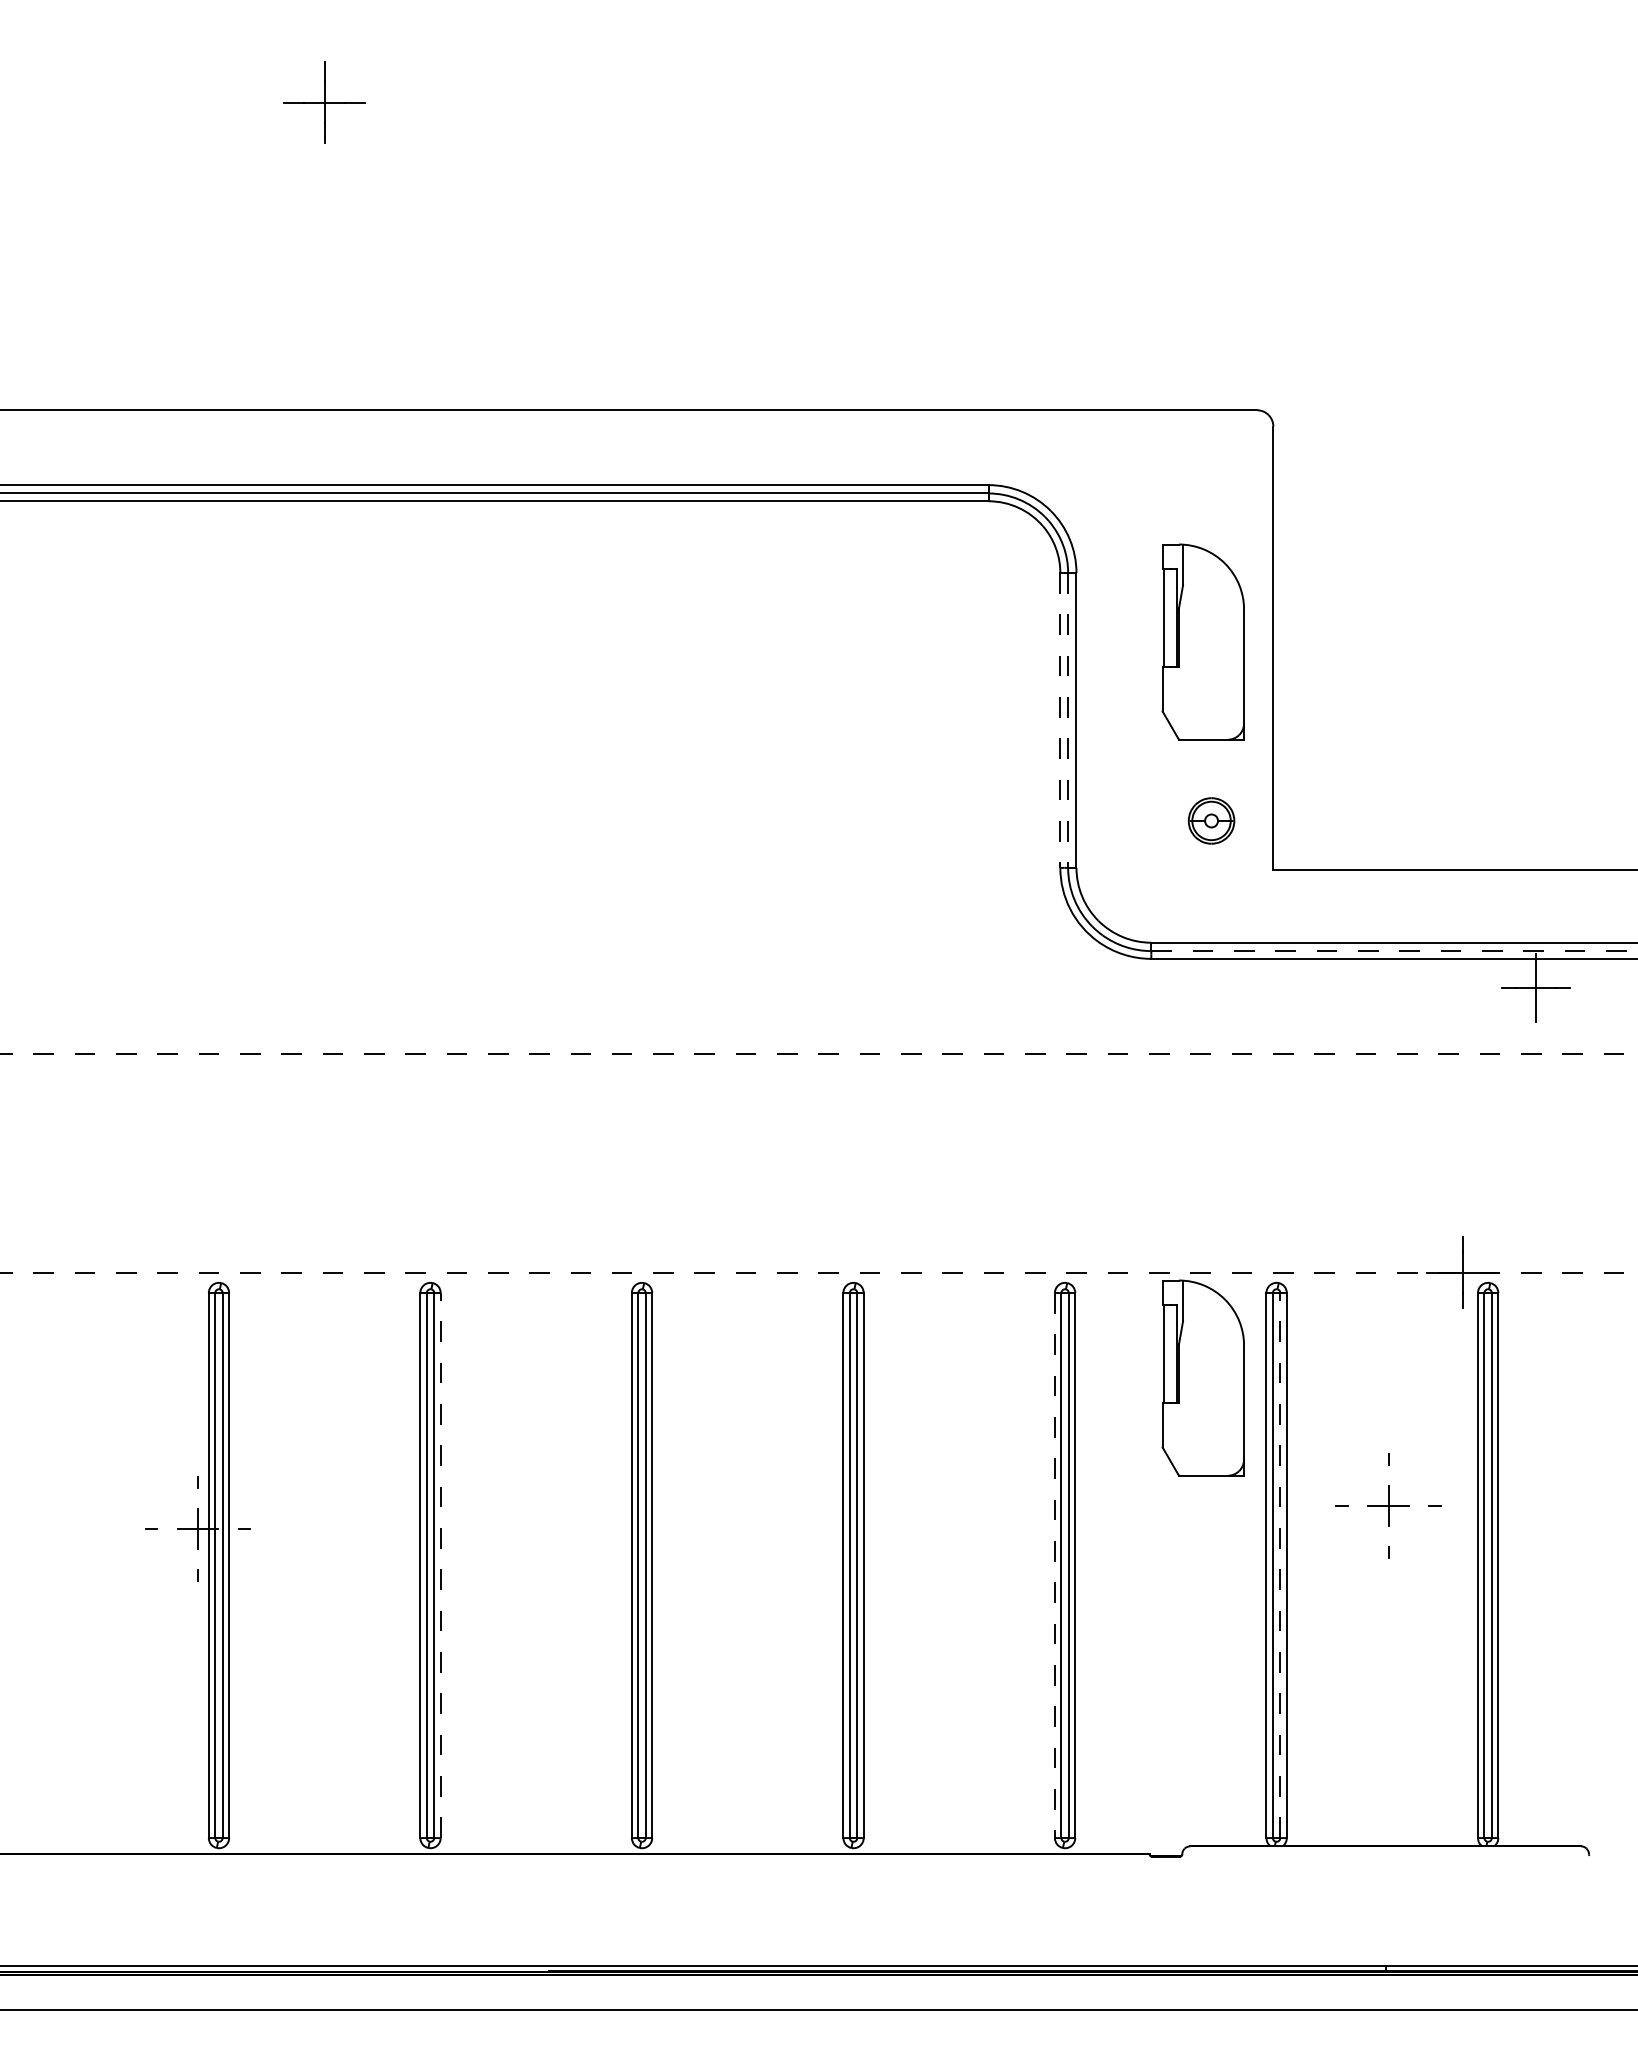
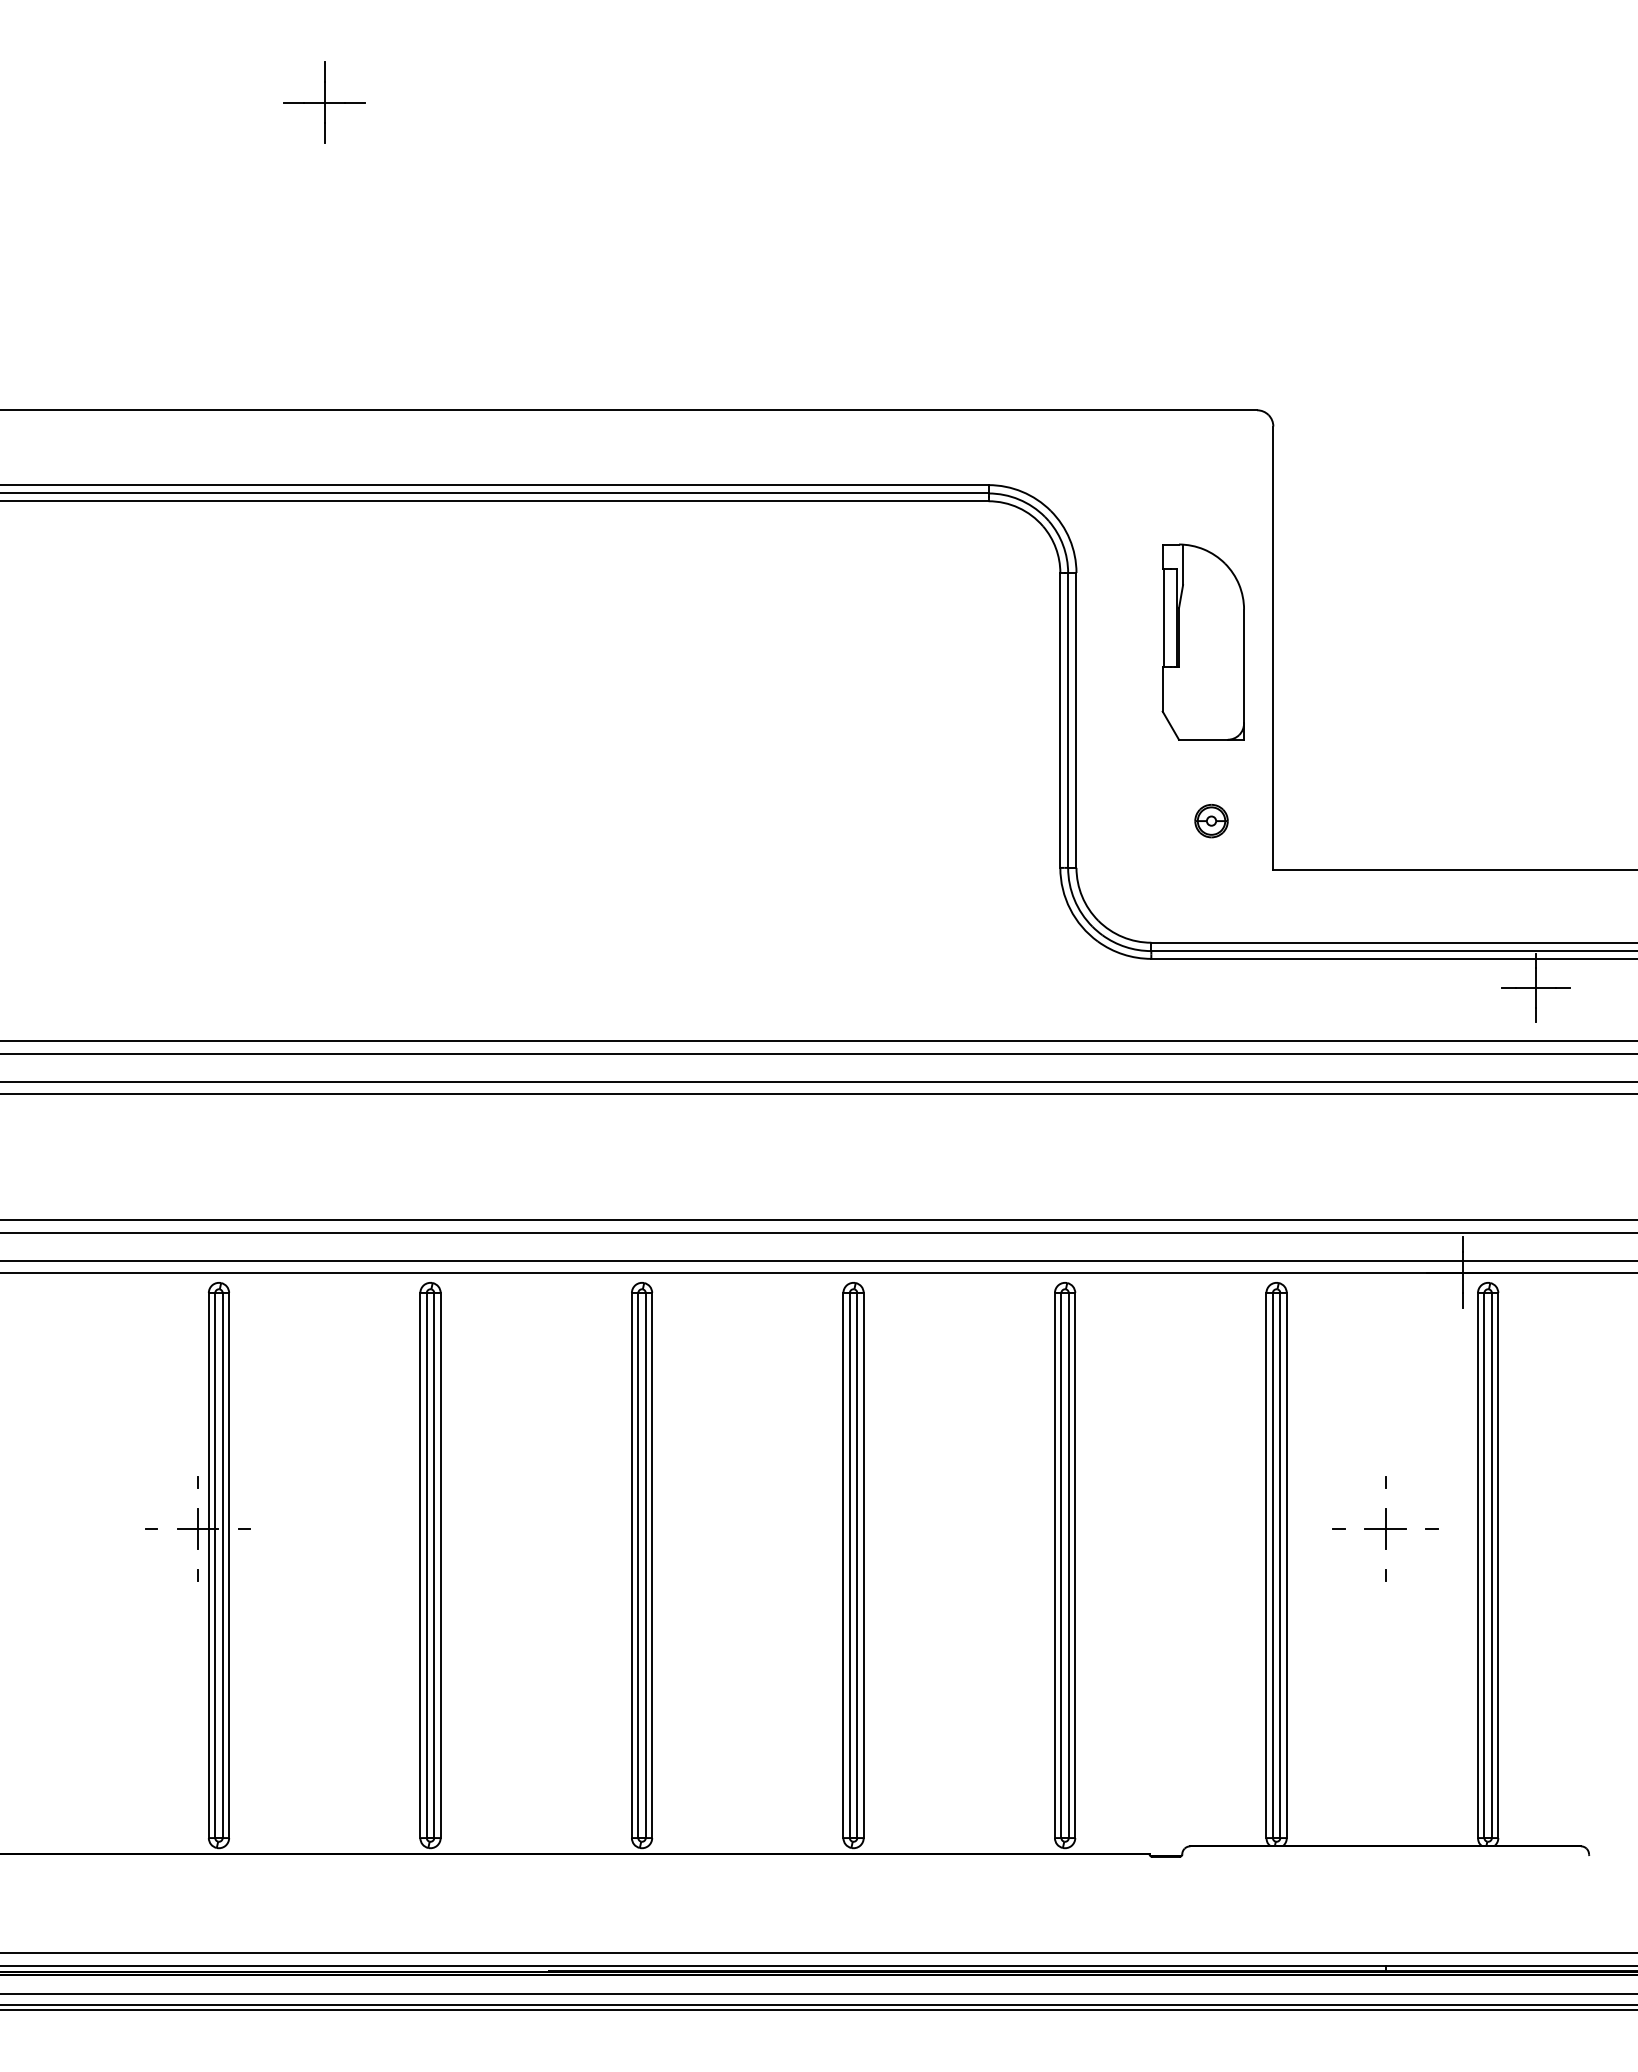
line at (1060, 720): dashed -> solid
line at (1068, 720): dashed -> solid
part at (1211, 820) size: 49x48 px -> 35x35 px
line at (1394, 951): dashed -> solid
line at (818, 1040): none -> present
line at (819, 1053): dashed -> solid
line at (818, 1081): none -> present
line at (818, 1094): none -> present
line at (818, 1219): none -> present
line at (818, 1232): none -> present
line at (818, 1260): none -> present
line at (819, 1273): dashed -> solid
part at (1202, 1377): present -> none
part at (1388, 1505) position: (1388, 1505) -> (1385, 1528)
line at (440, 1565): dashed -> solid
line at (1054, 1565): dashed -> solid
line at (1280, 1565): dashed -> solid
line at (818, 1953): none -> present
line at (818, 1993): none -> present
line at (818, 2004): none -> present
